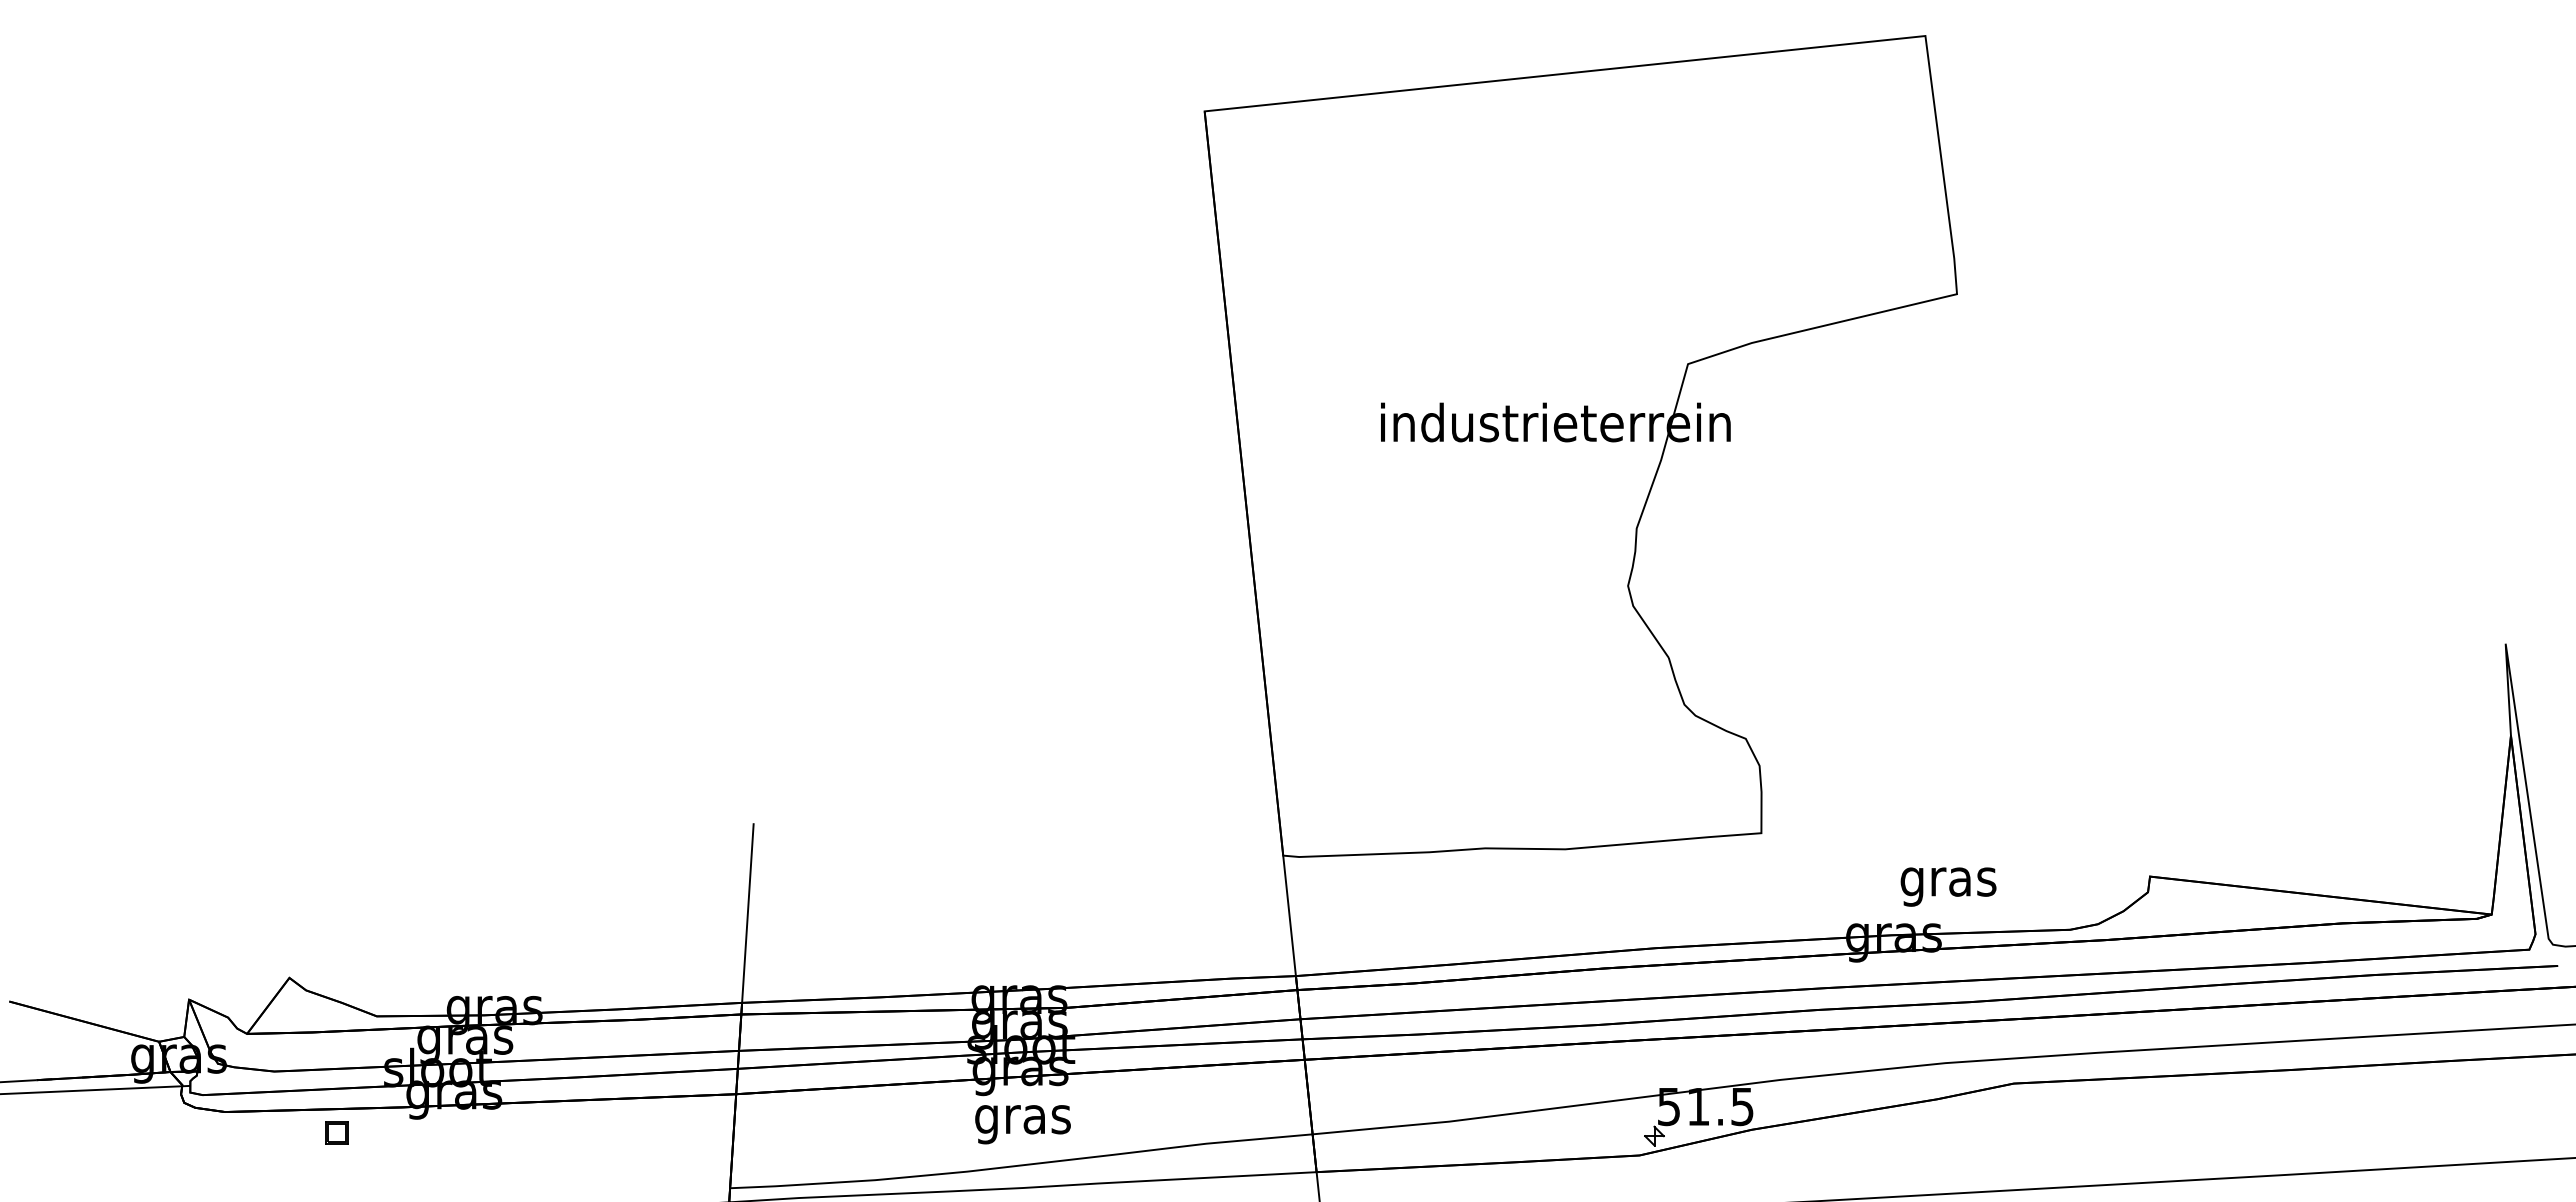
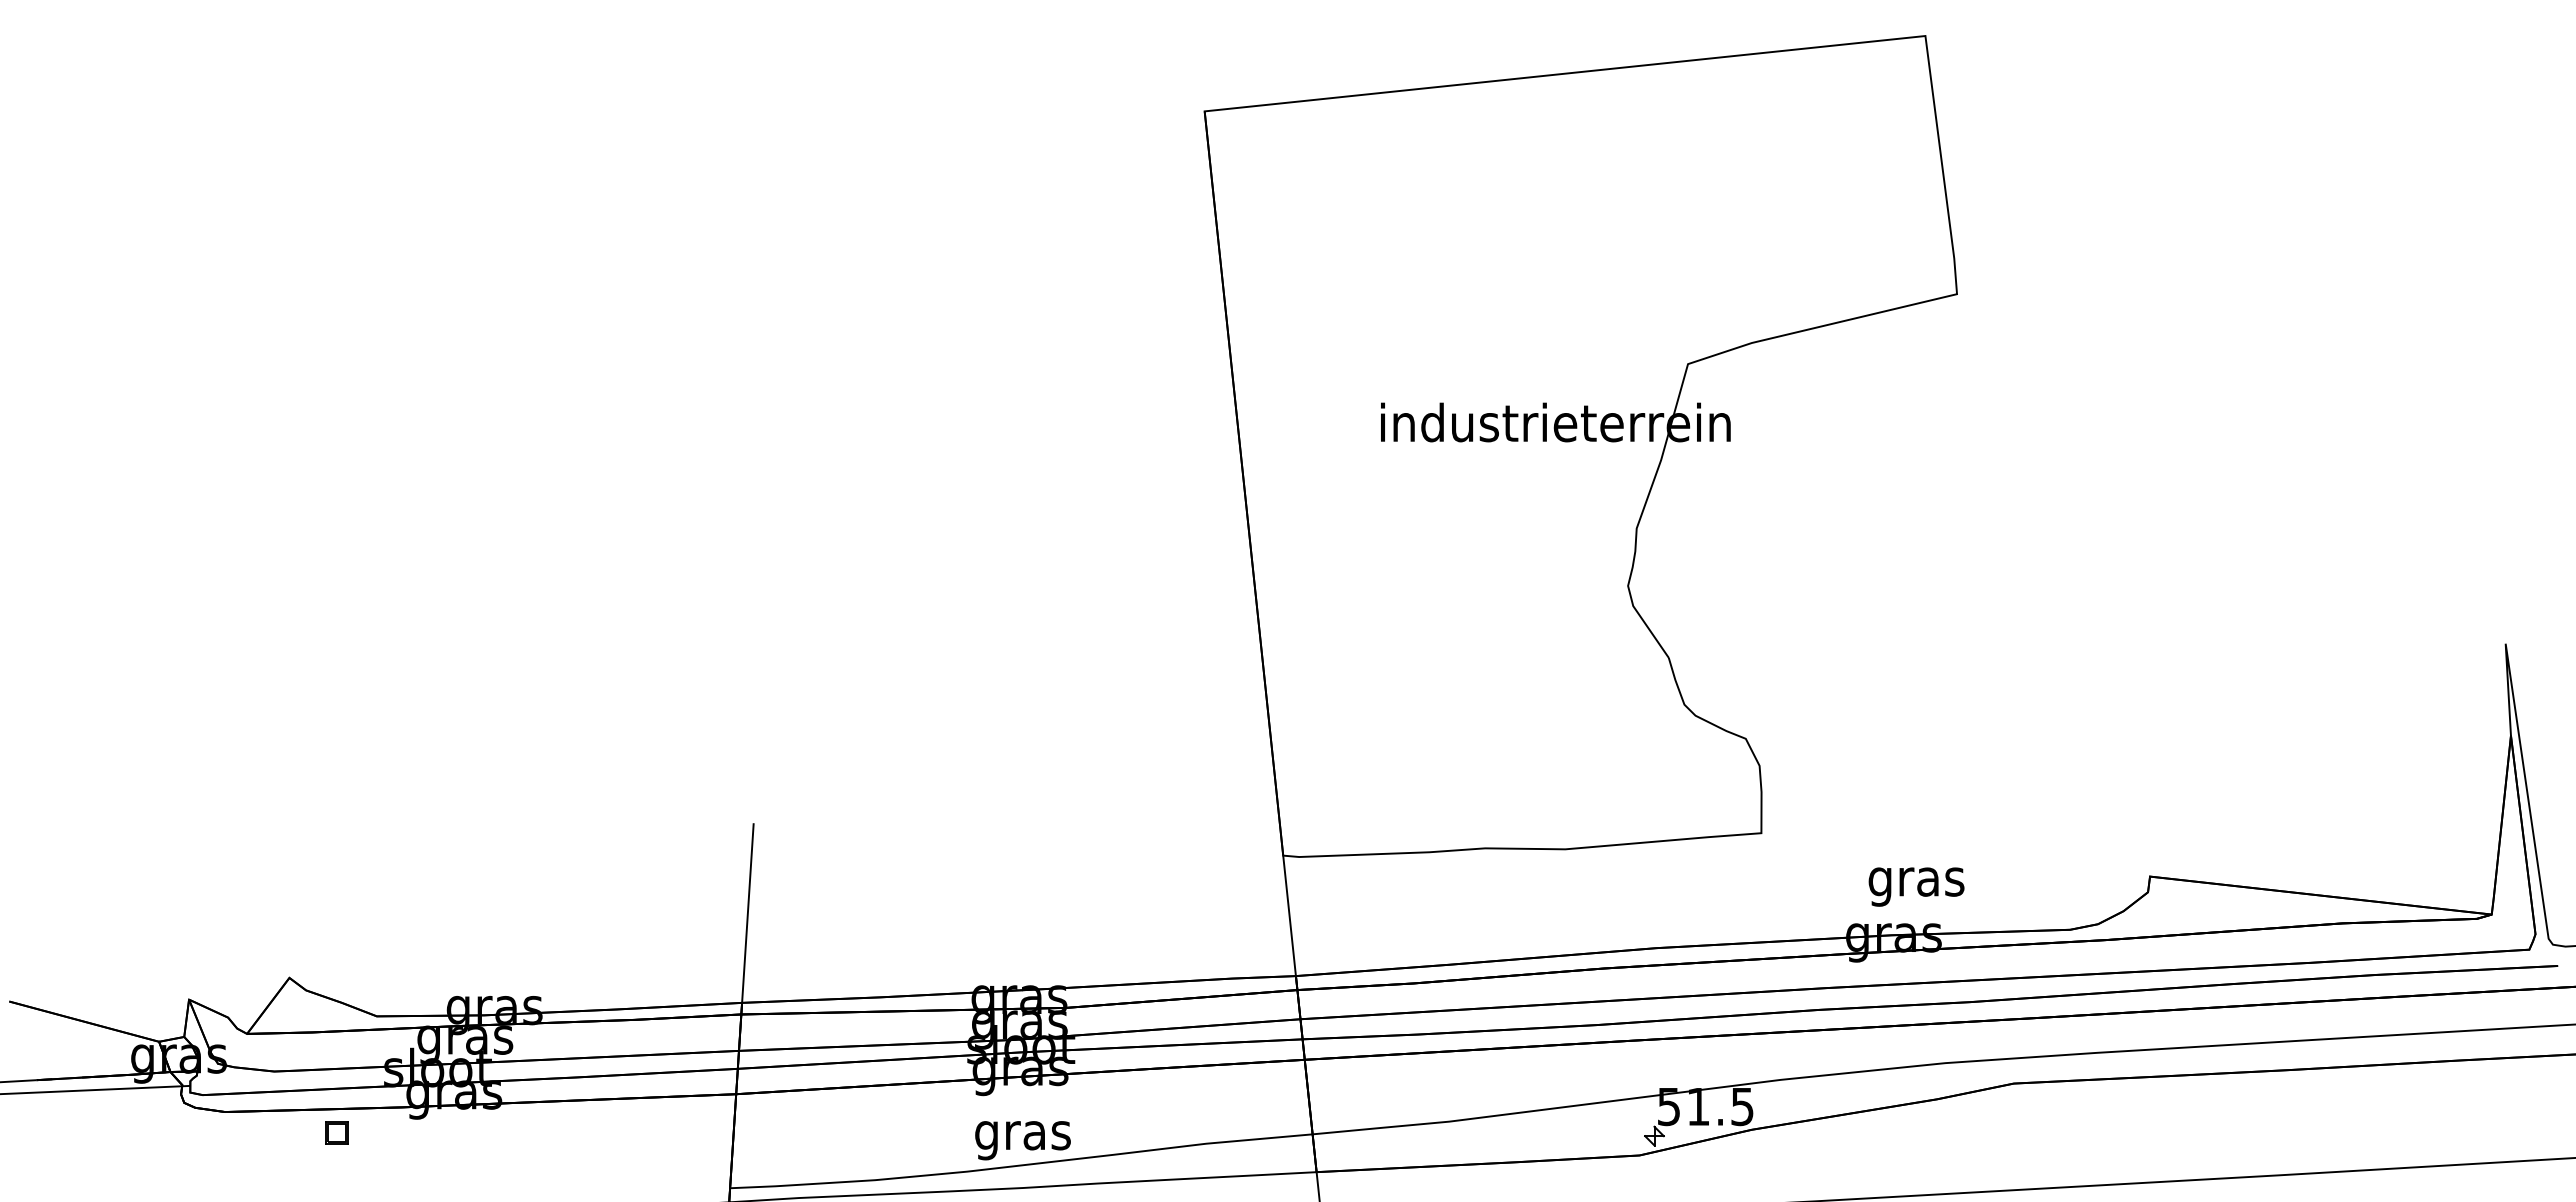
text at (1948, 886) position: (1948, 886) -> (1916, 886)
text at (1022, 1124) position: (1022, 1124) -> (1022, 1140)
